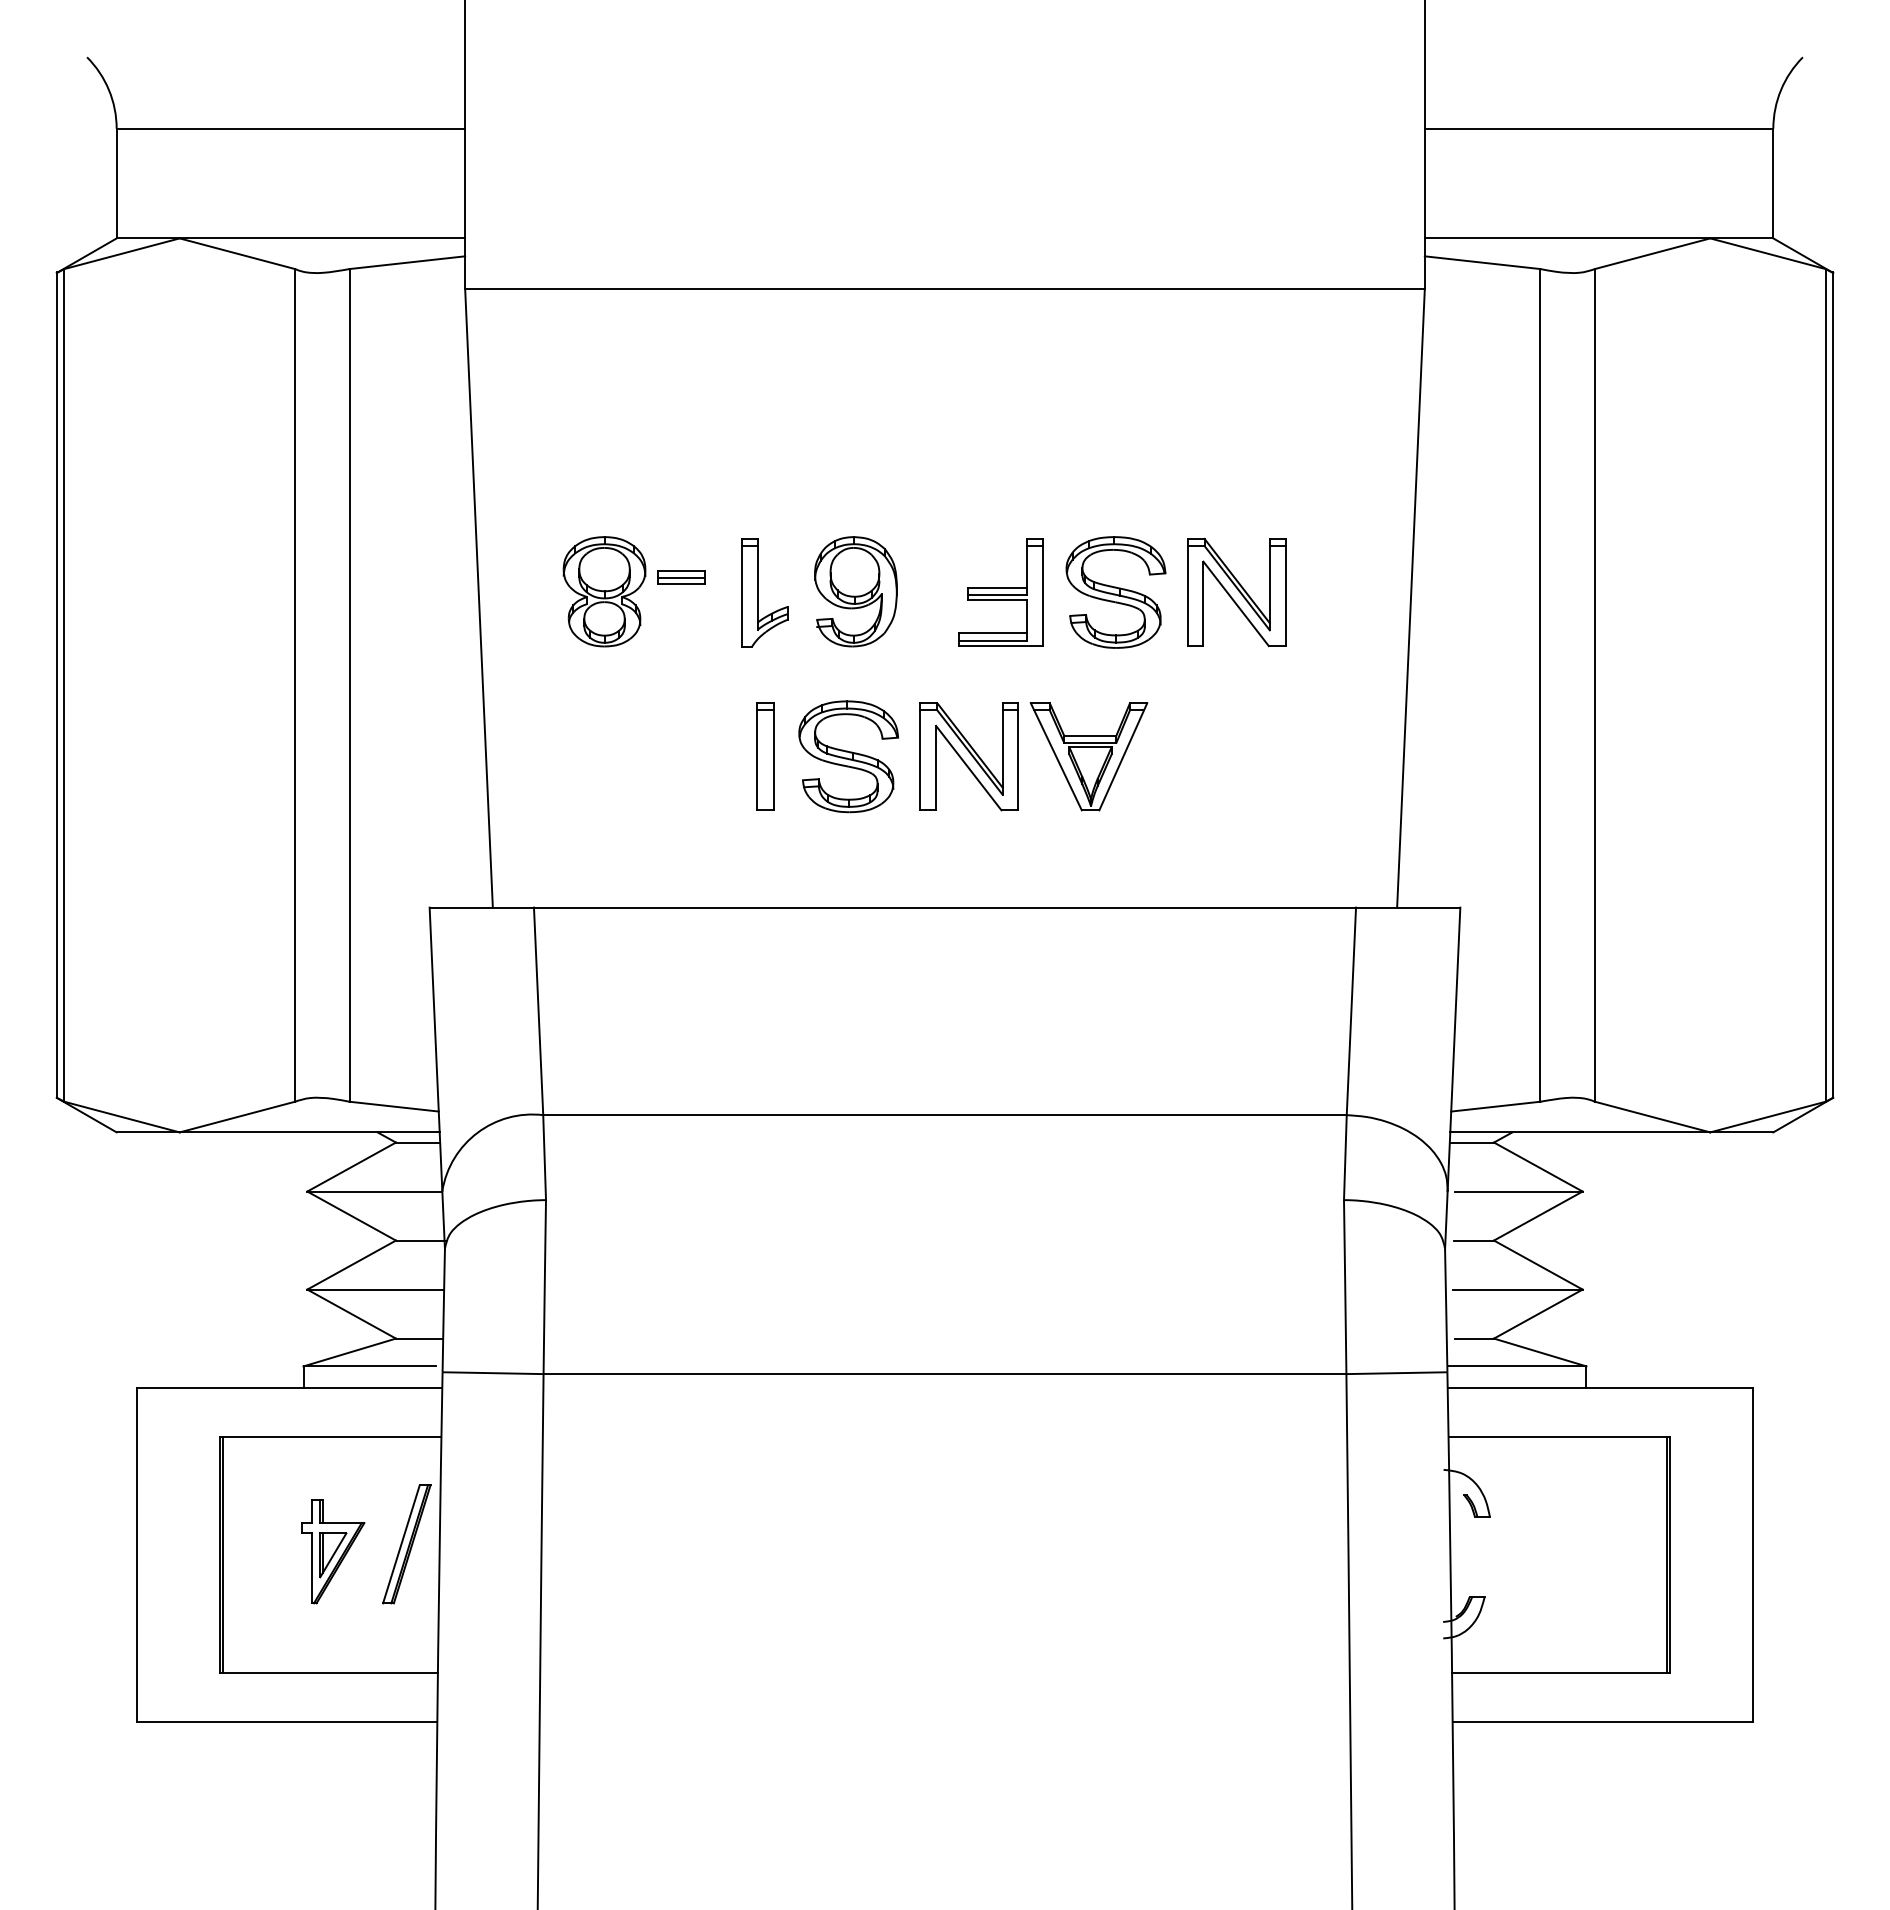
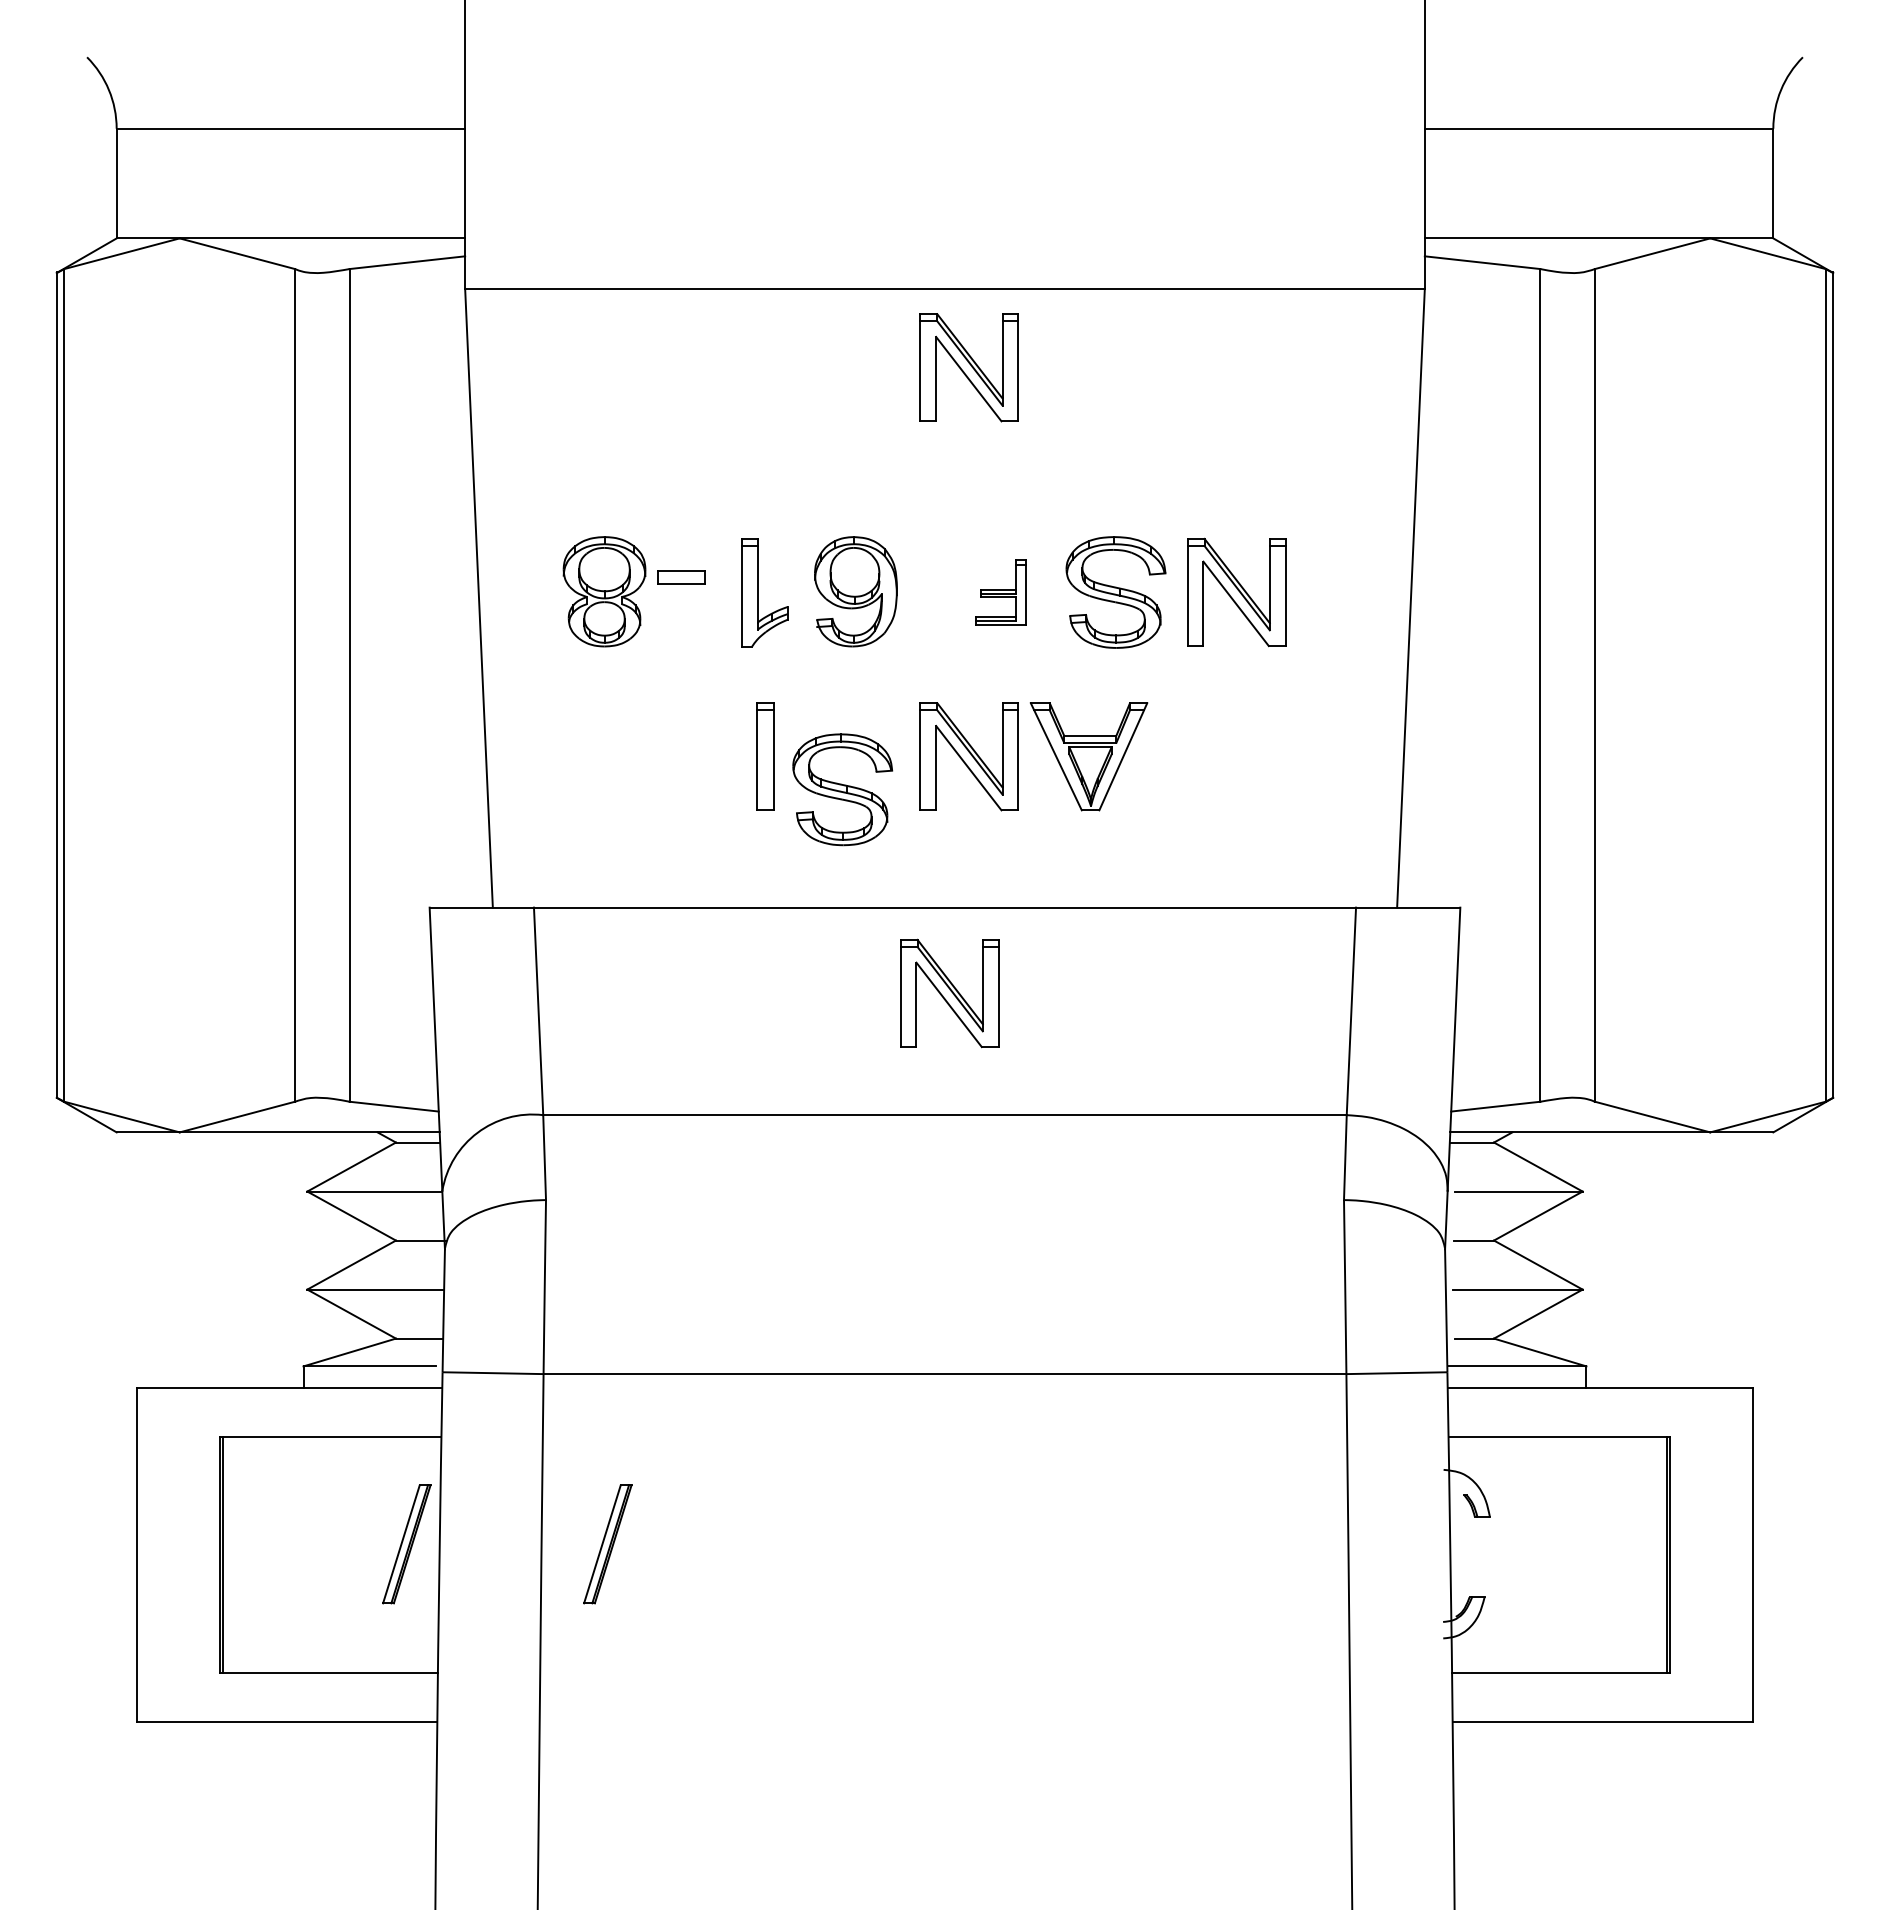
part at (968, 367): none -> present
line at (680, 578): present -> none
part at (1000, 592) size: 86x109 px -> 52x67 px
part at (848, 756) position: (848, 756) -> (842, 789)
part at (949, 993): none -> present
part at (607, 1544): none -> present
part at (333, 1551): present -> none
